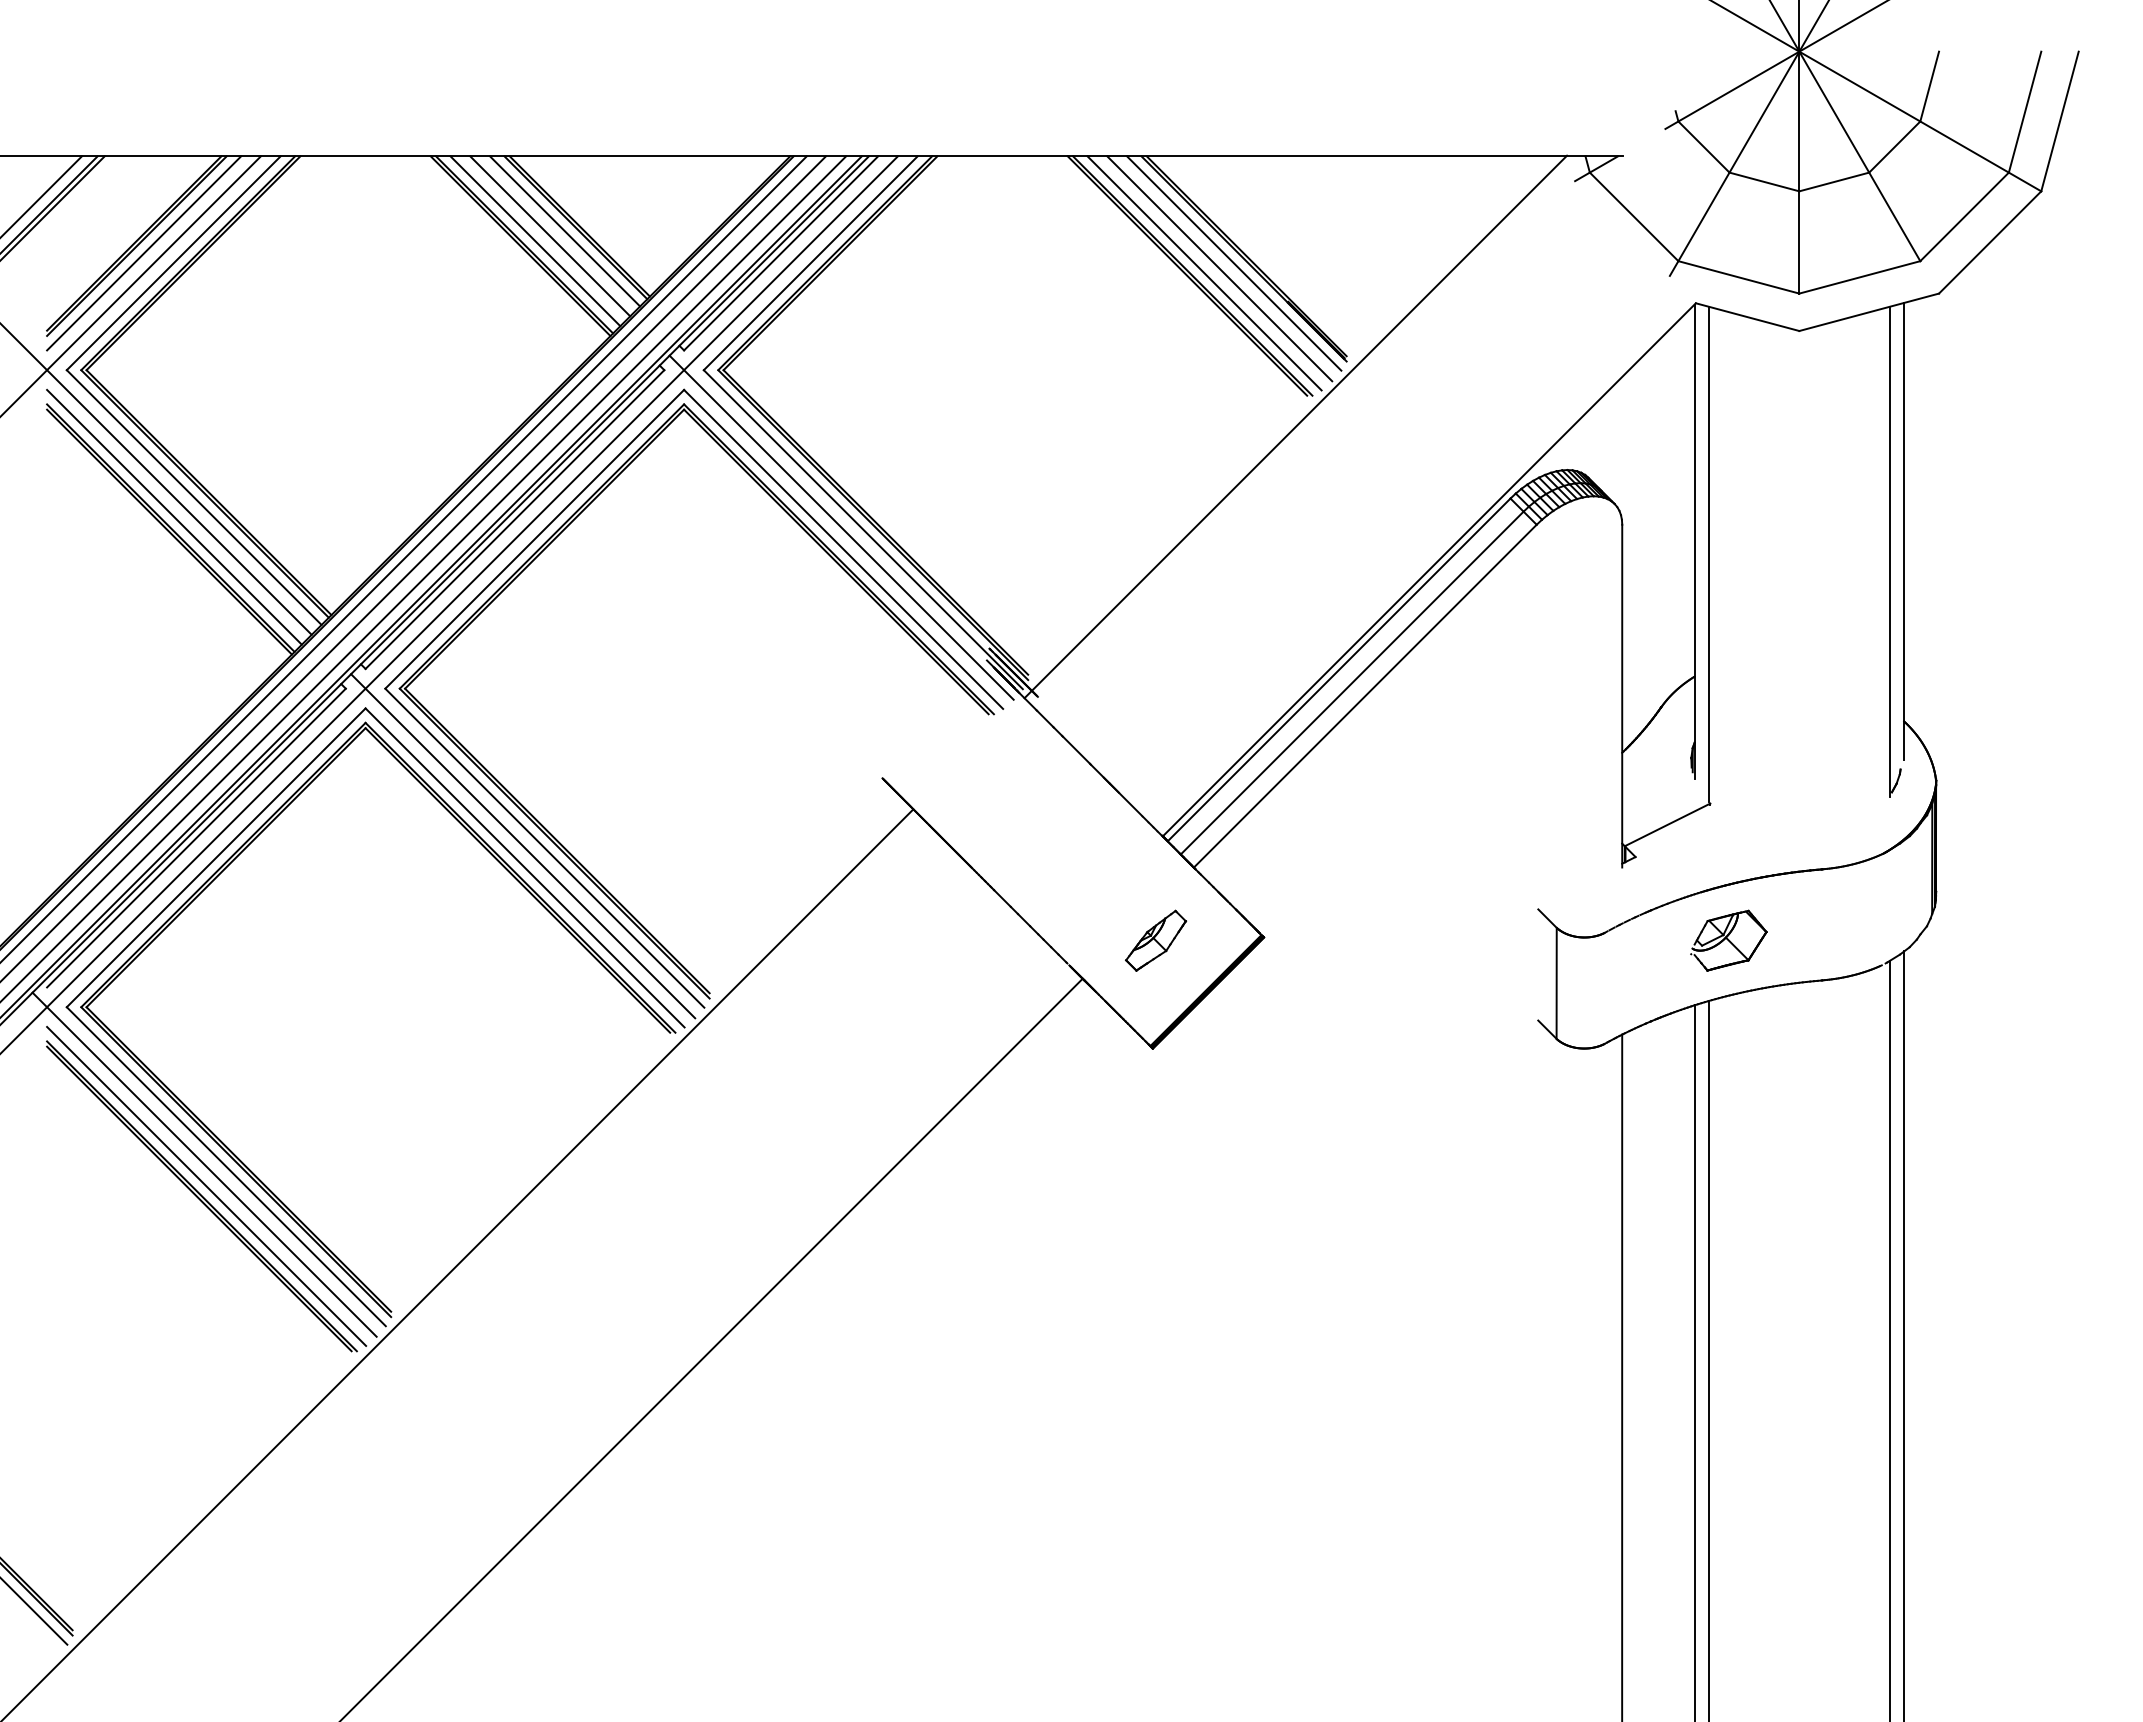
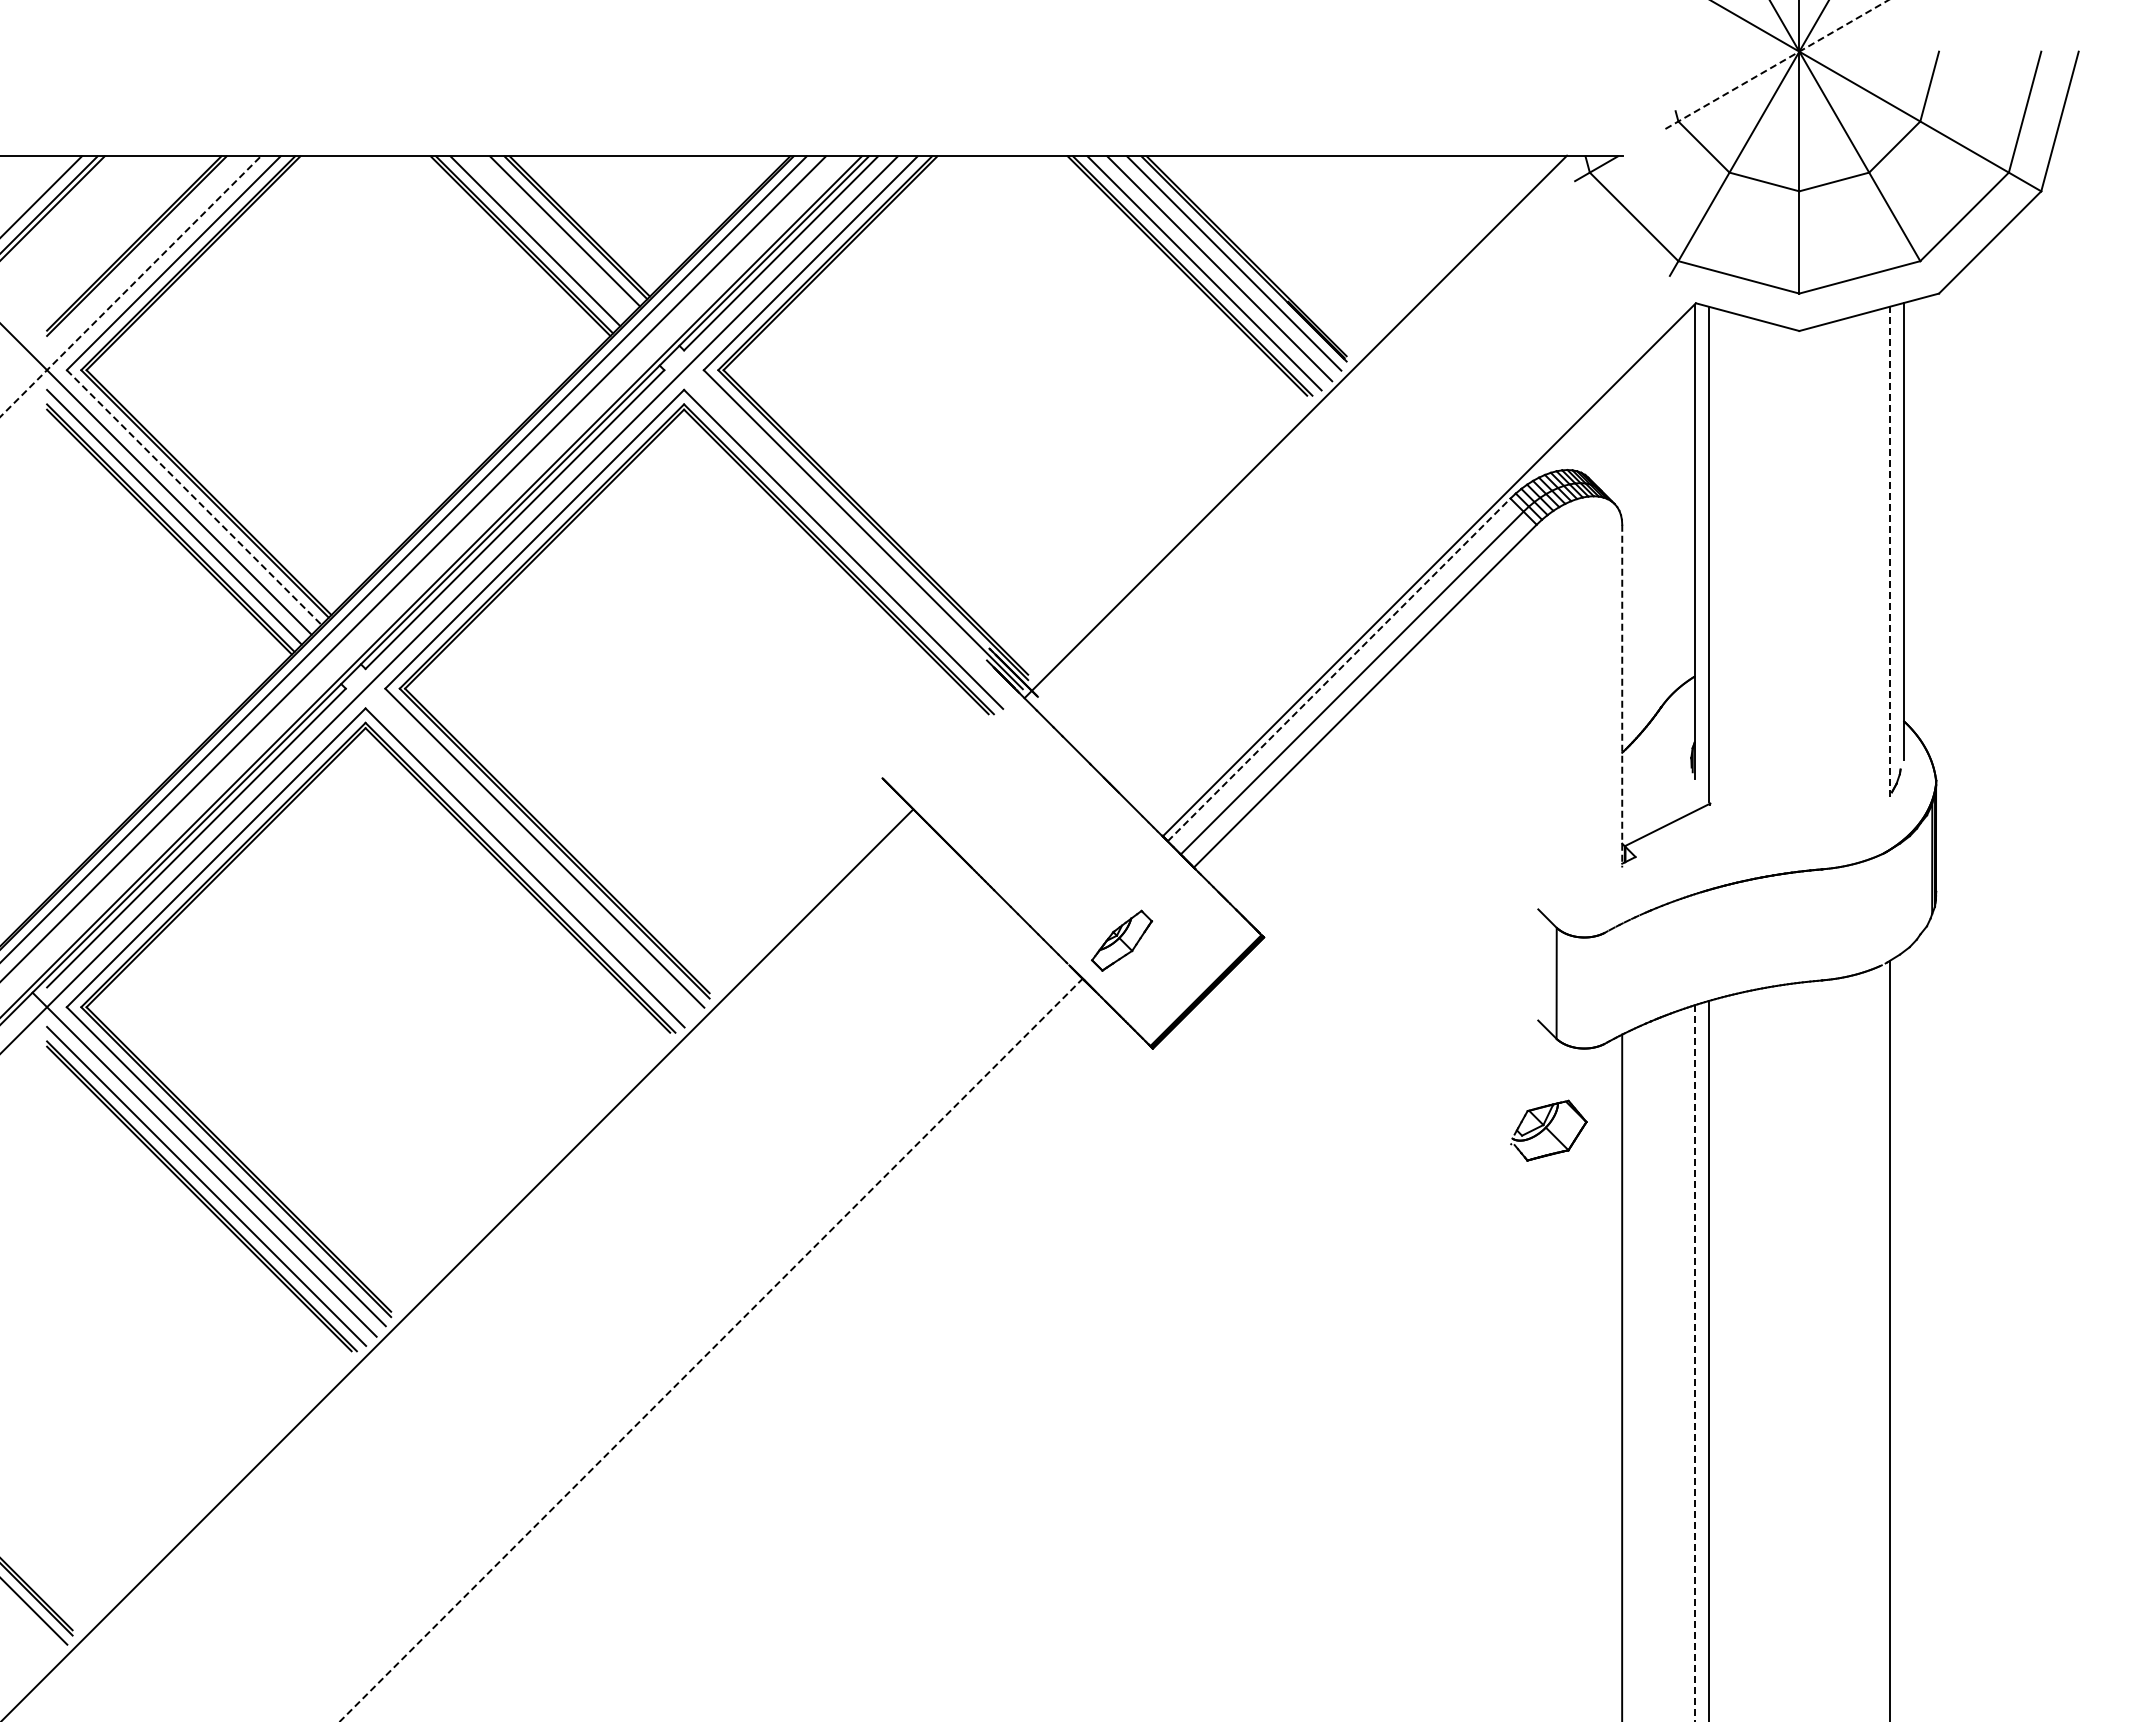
line at (1777, 64): solid -> dashed
line at (550, 236): present -> none
line at (144, 253): present -> none
line at (130, 286): solid -> dashed
line at (194, 497): solid -> dashed
line at (841, 527): present -> none
line at (1890, 551): solid -> dashed
line at (424, 578): present -> none
line at (1339, 669): solid -> dashed
line at (1622, 696): solid -> dashed
line at (523, 846): present -> none
part at (1156, 940) position: (1156, 940) -> (1122, 940)
part at (1728, 940) position: (1728, 940) -> (1548, 1130)
line at (1904, 1334): present -> none
line at (711, 1349): solid -> dashed
line at (1694, 1364): solid -> dashed
